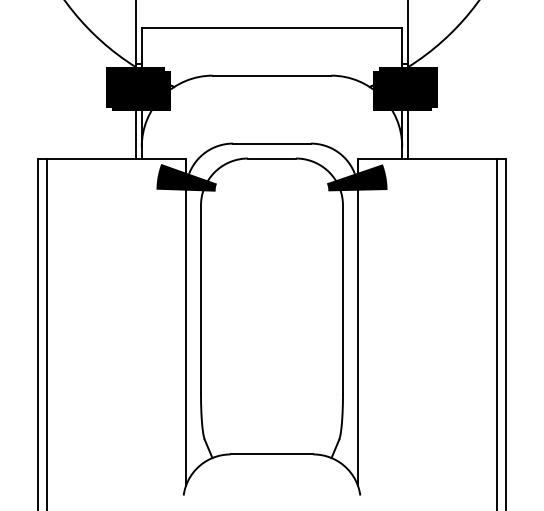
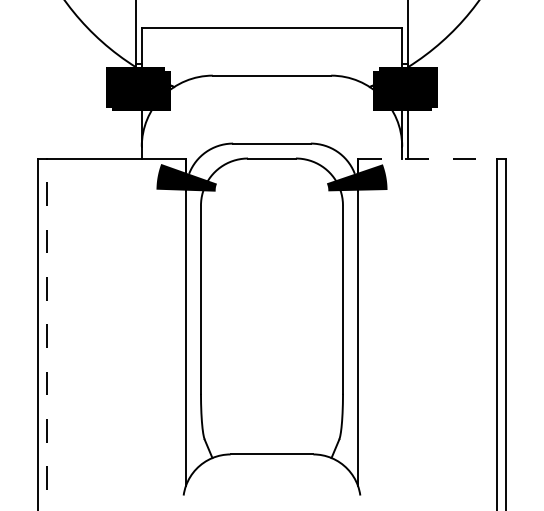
line at (135, 133): present -> none
line at (427, 158): solid -> dashed
line at (47, 334): solid -> dashed
